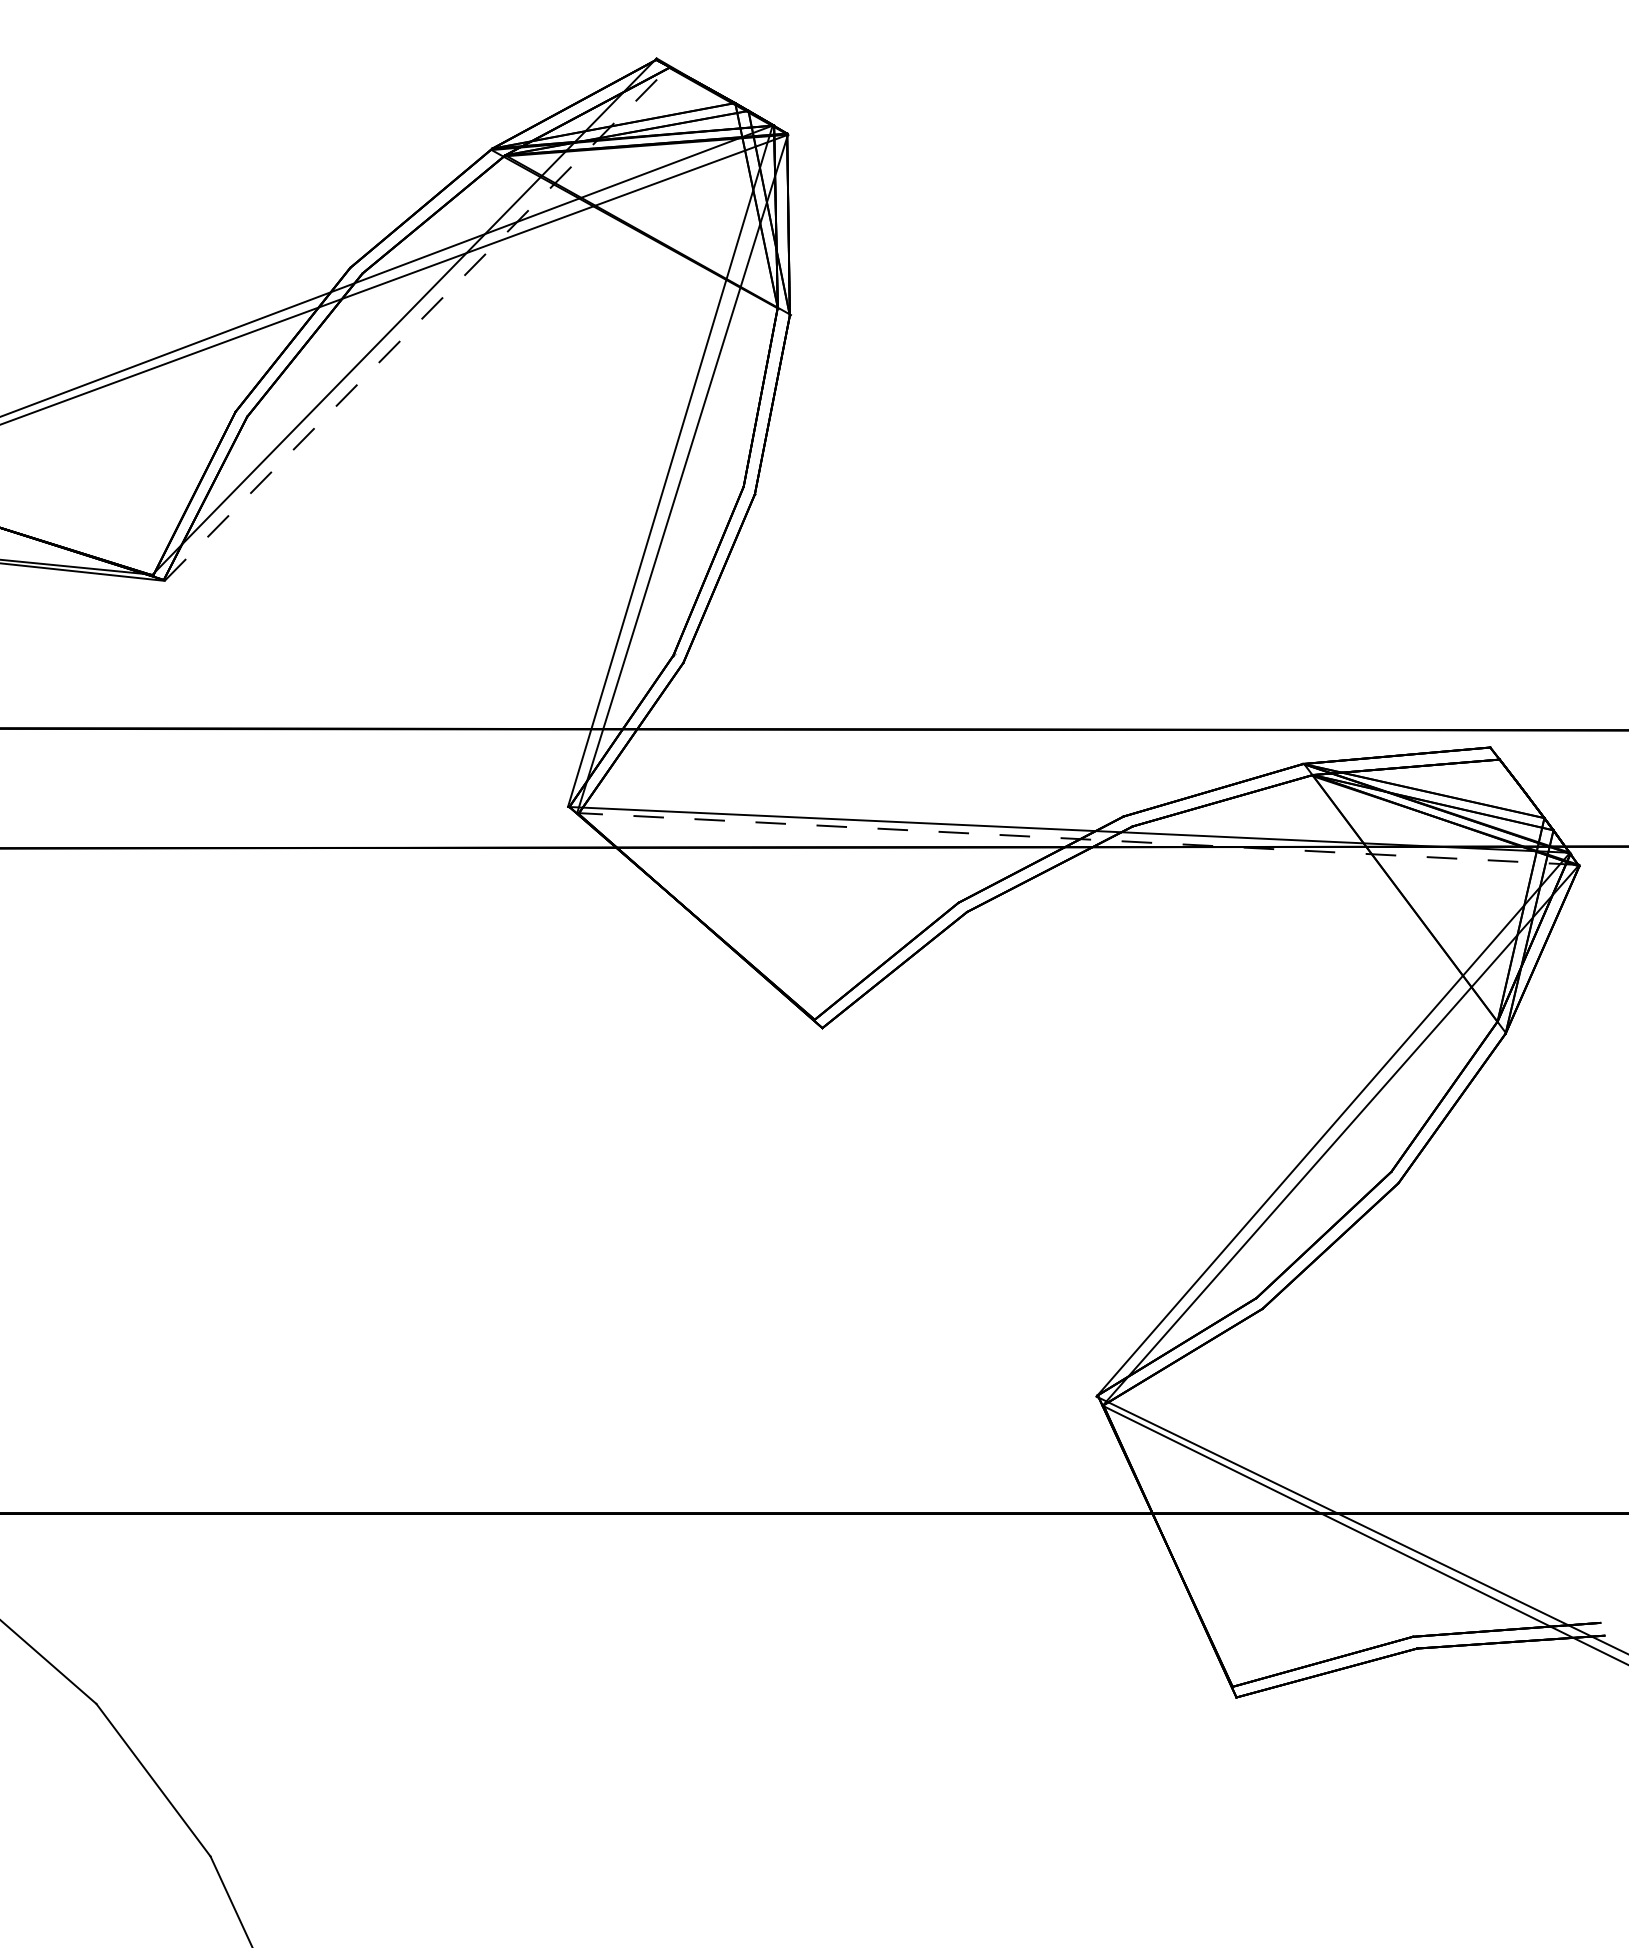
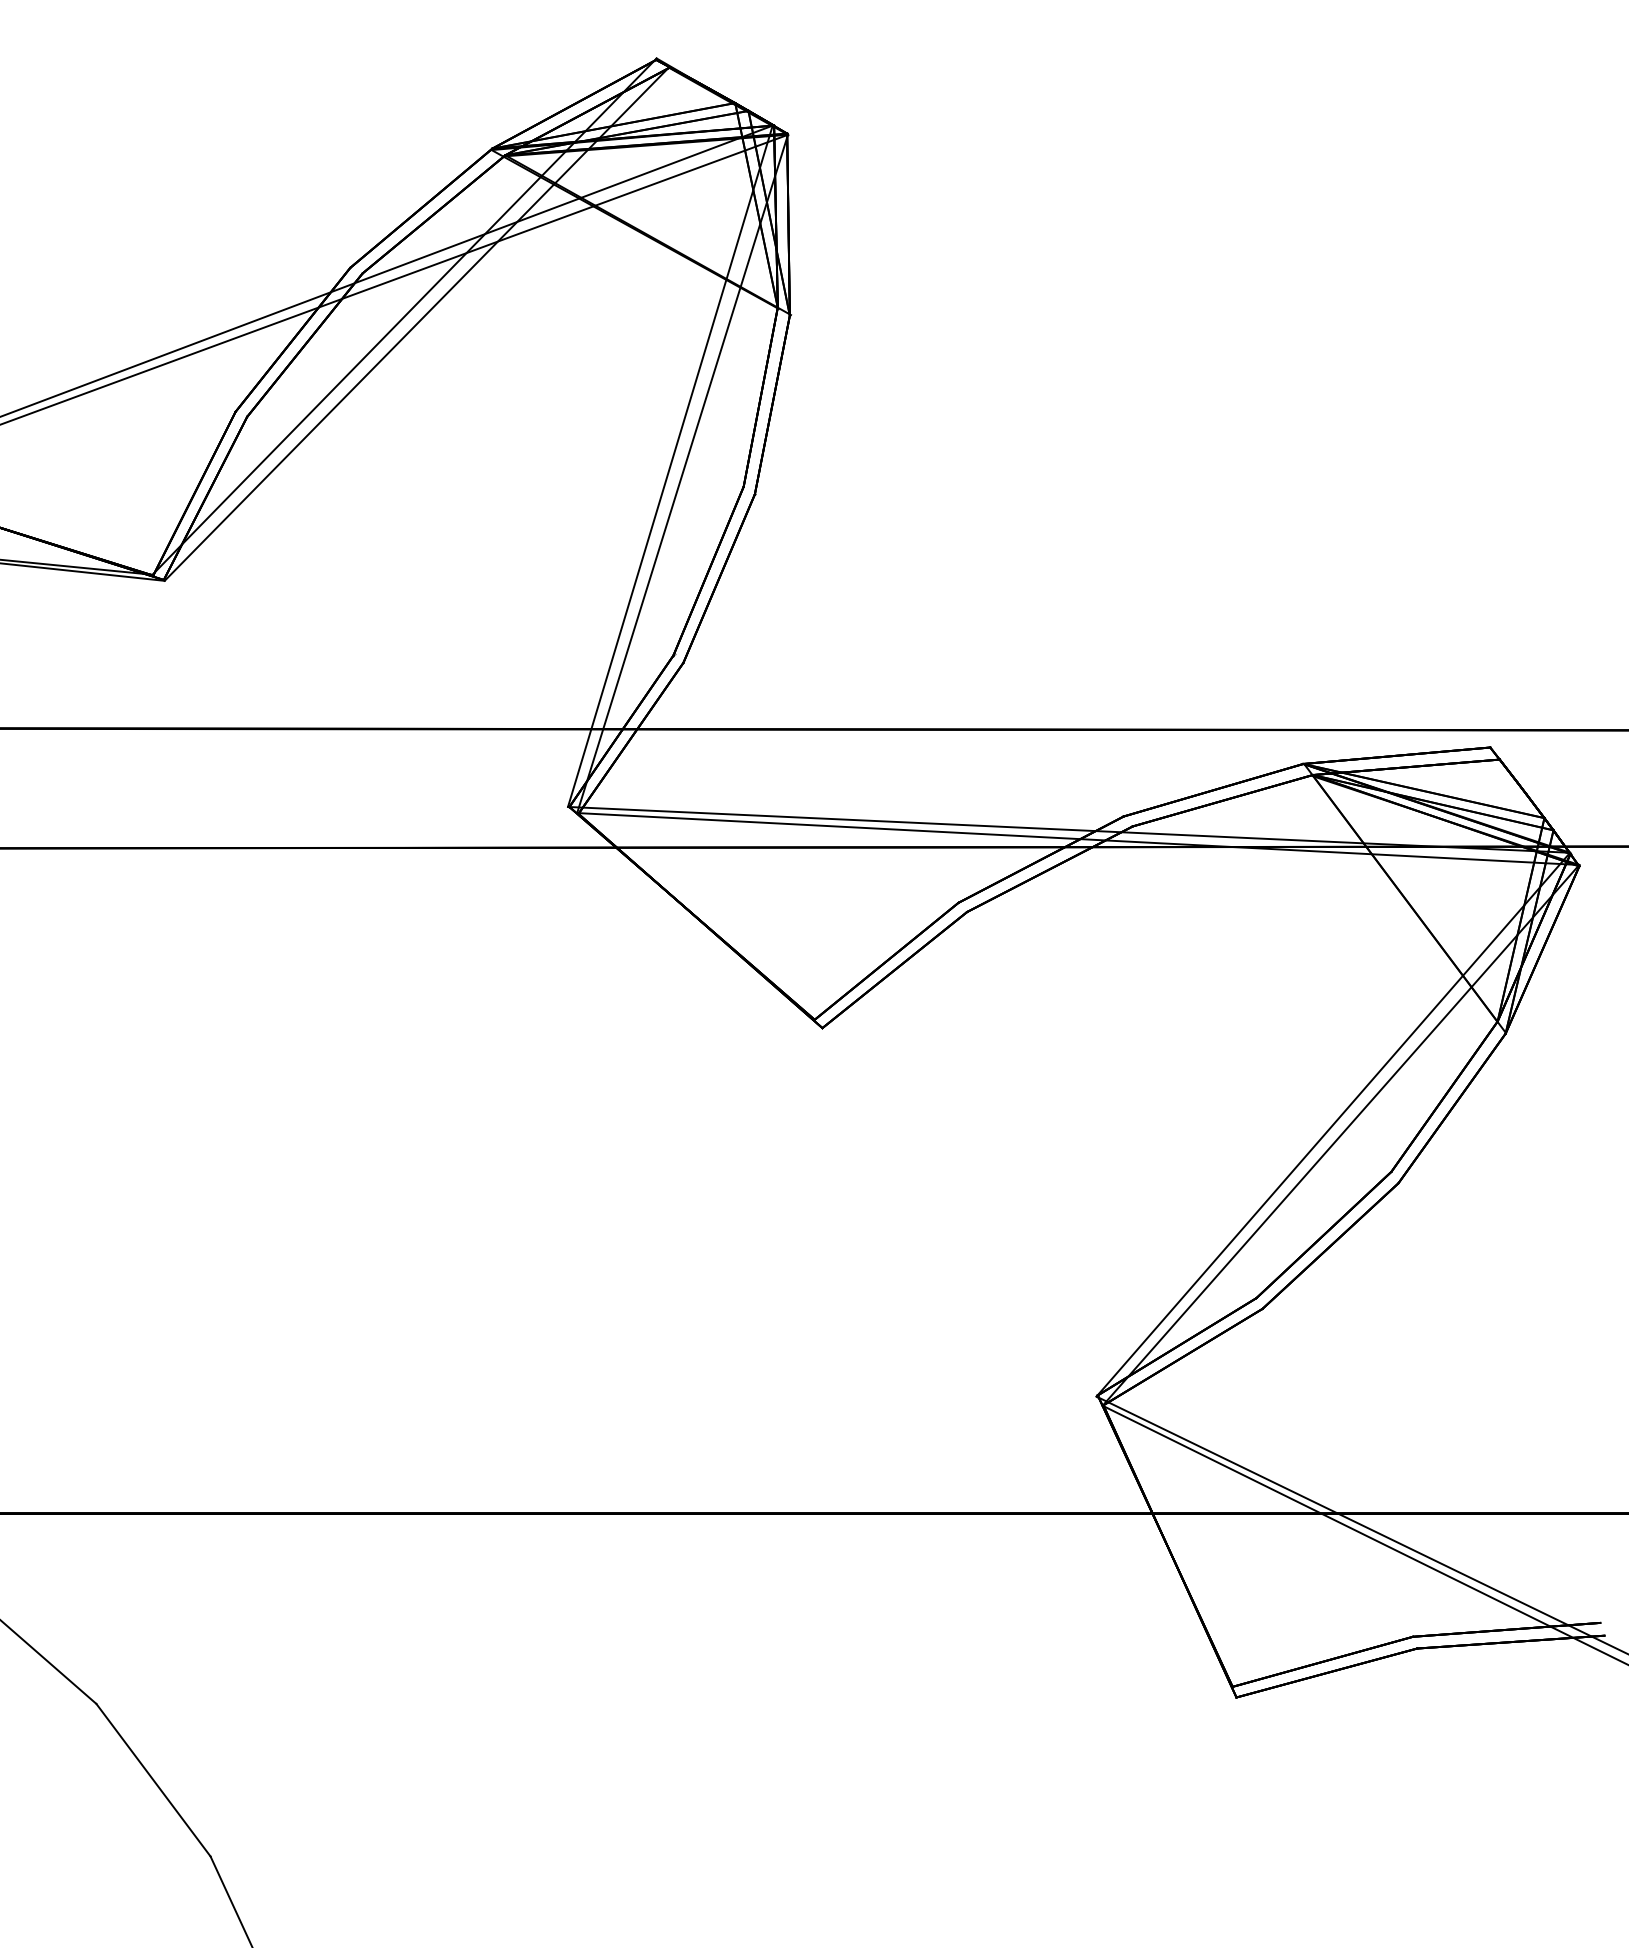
line at (416, 324): dashed -> solid
line at (1078, 839): dashed -> solid
